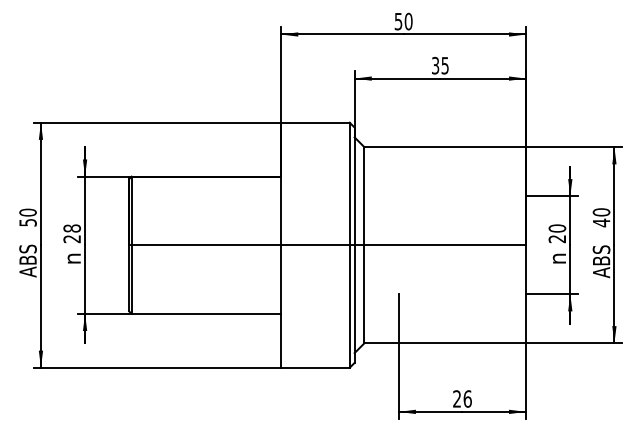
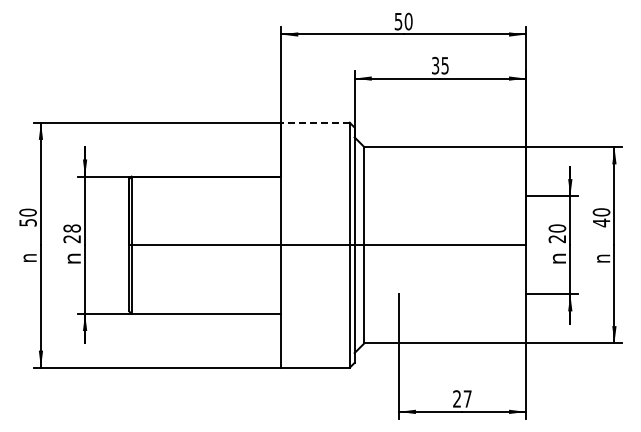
line at (314, 122): solid -> dashed
text at (27, 260): ABS -> n
text at (601, 261): ABS -> n
text at (467, 398): 26 -> 27
